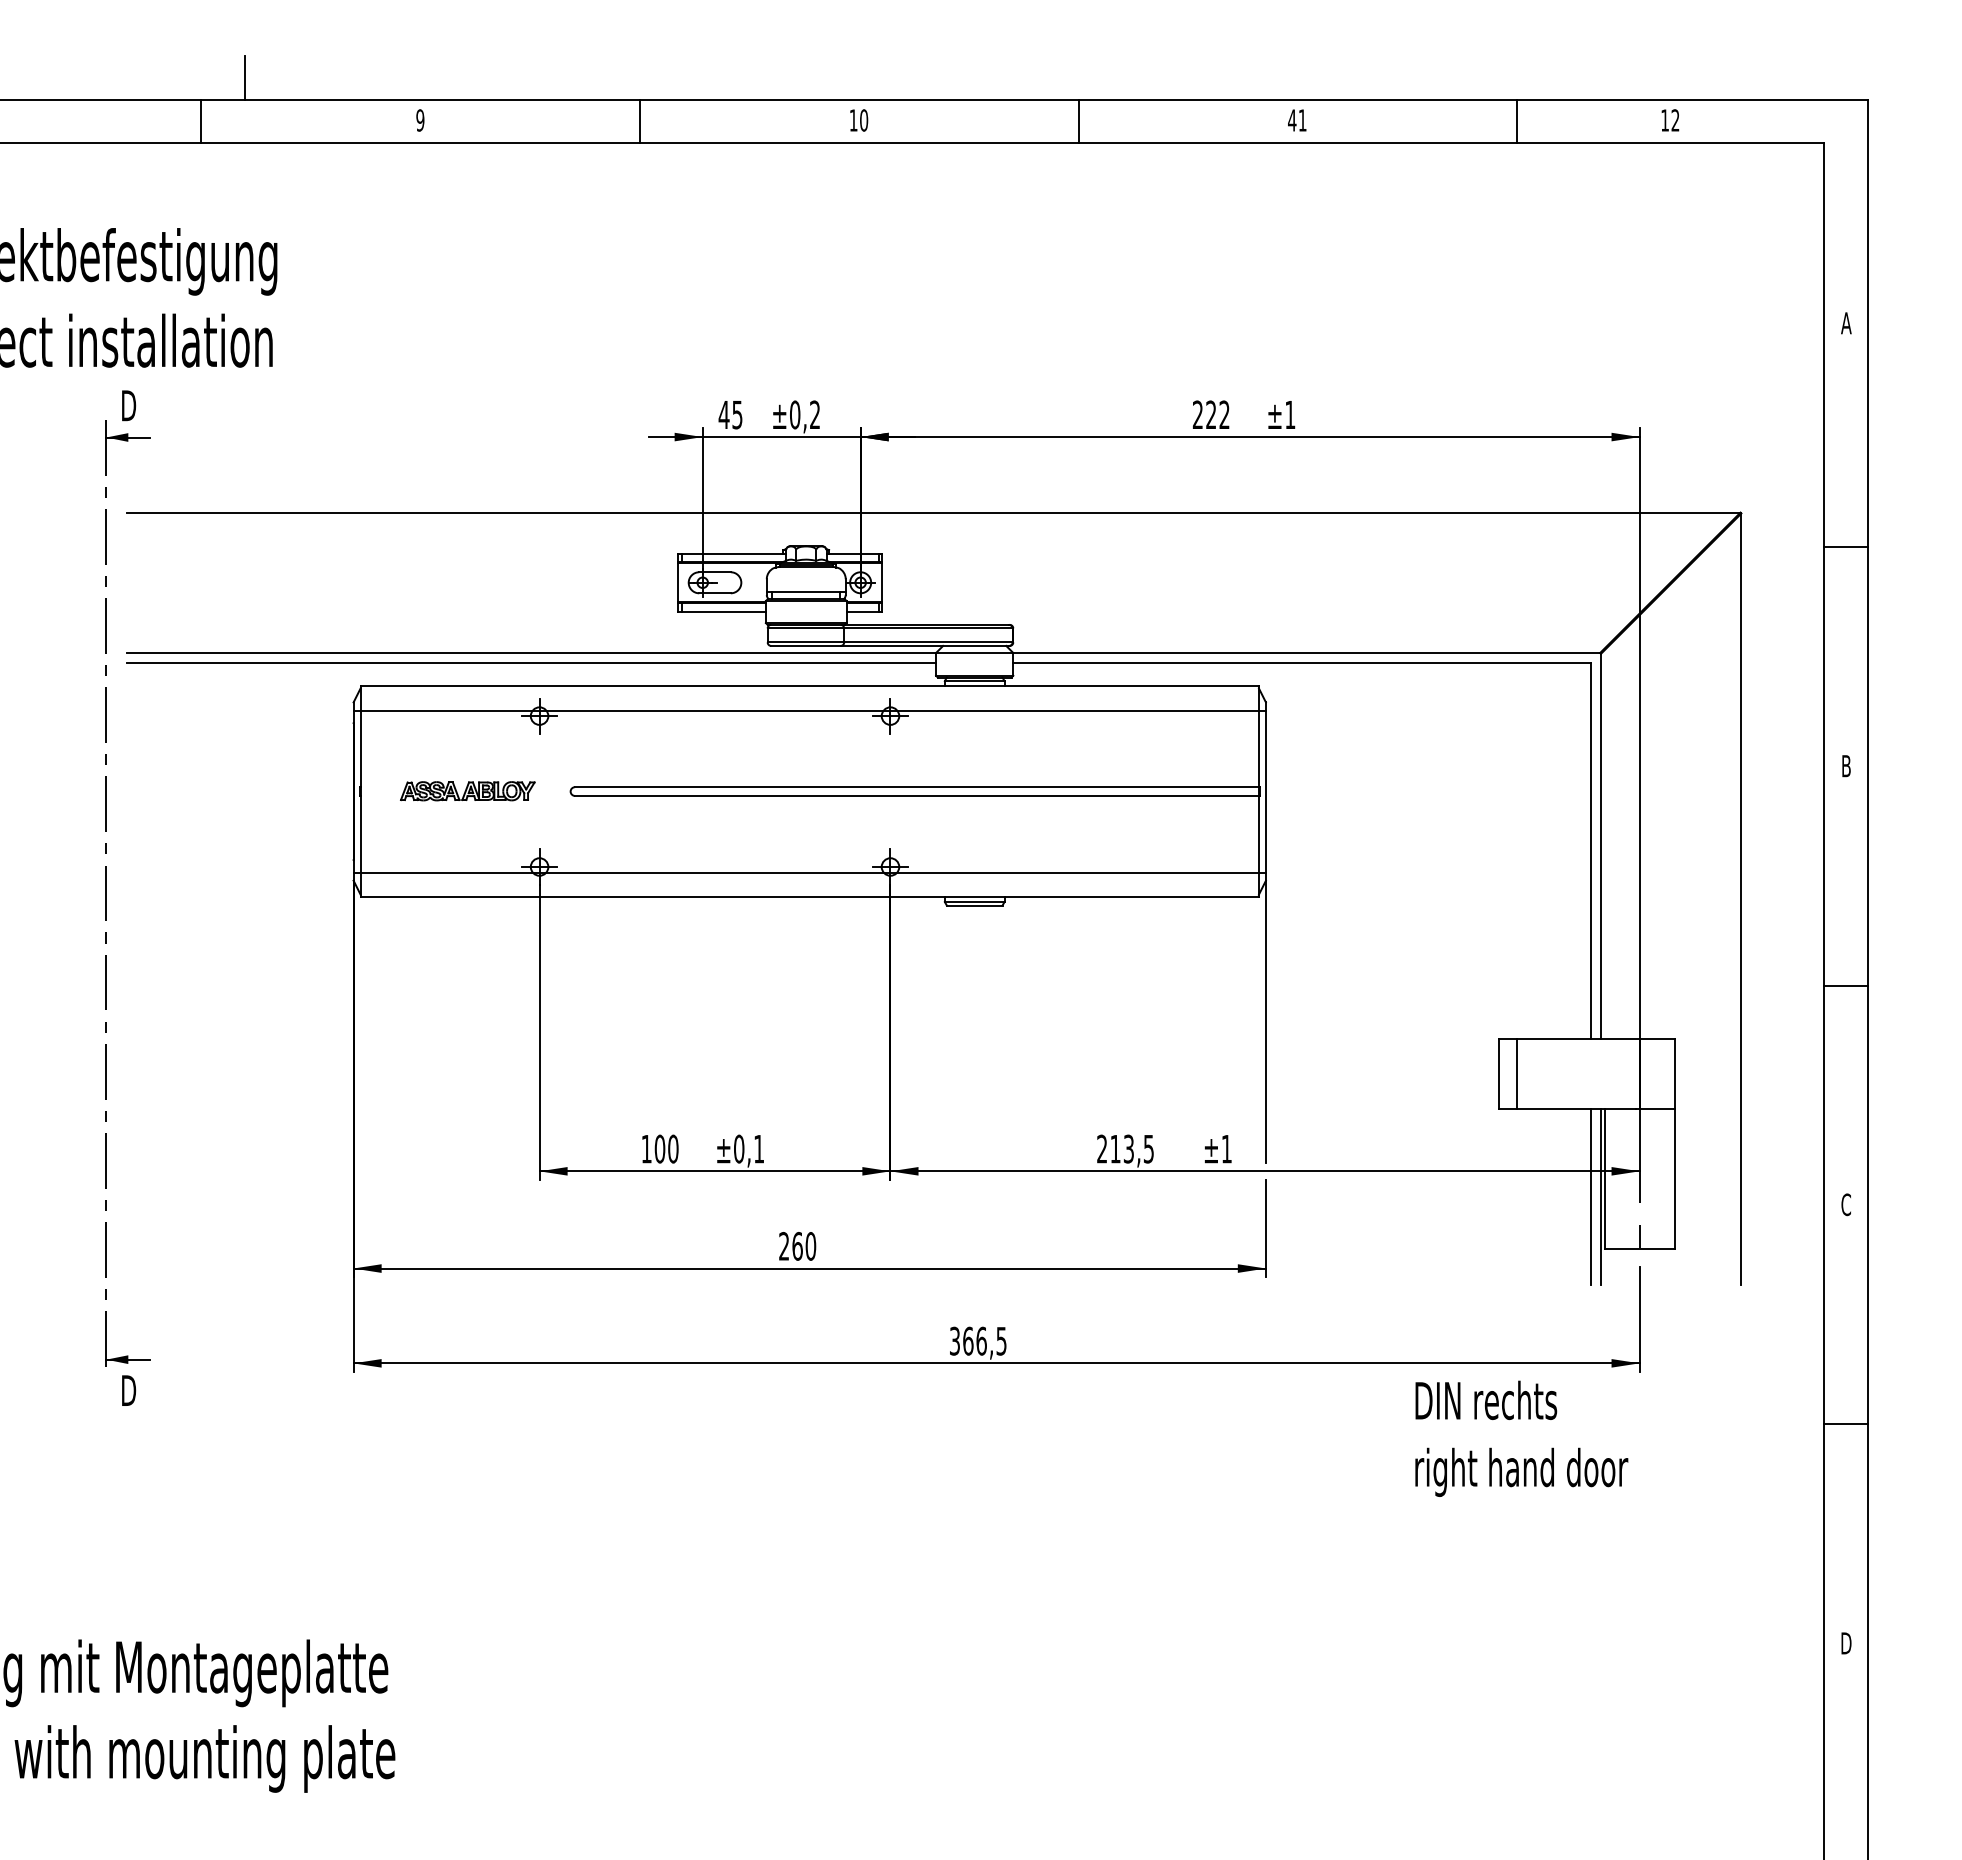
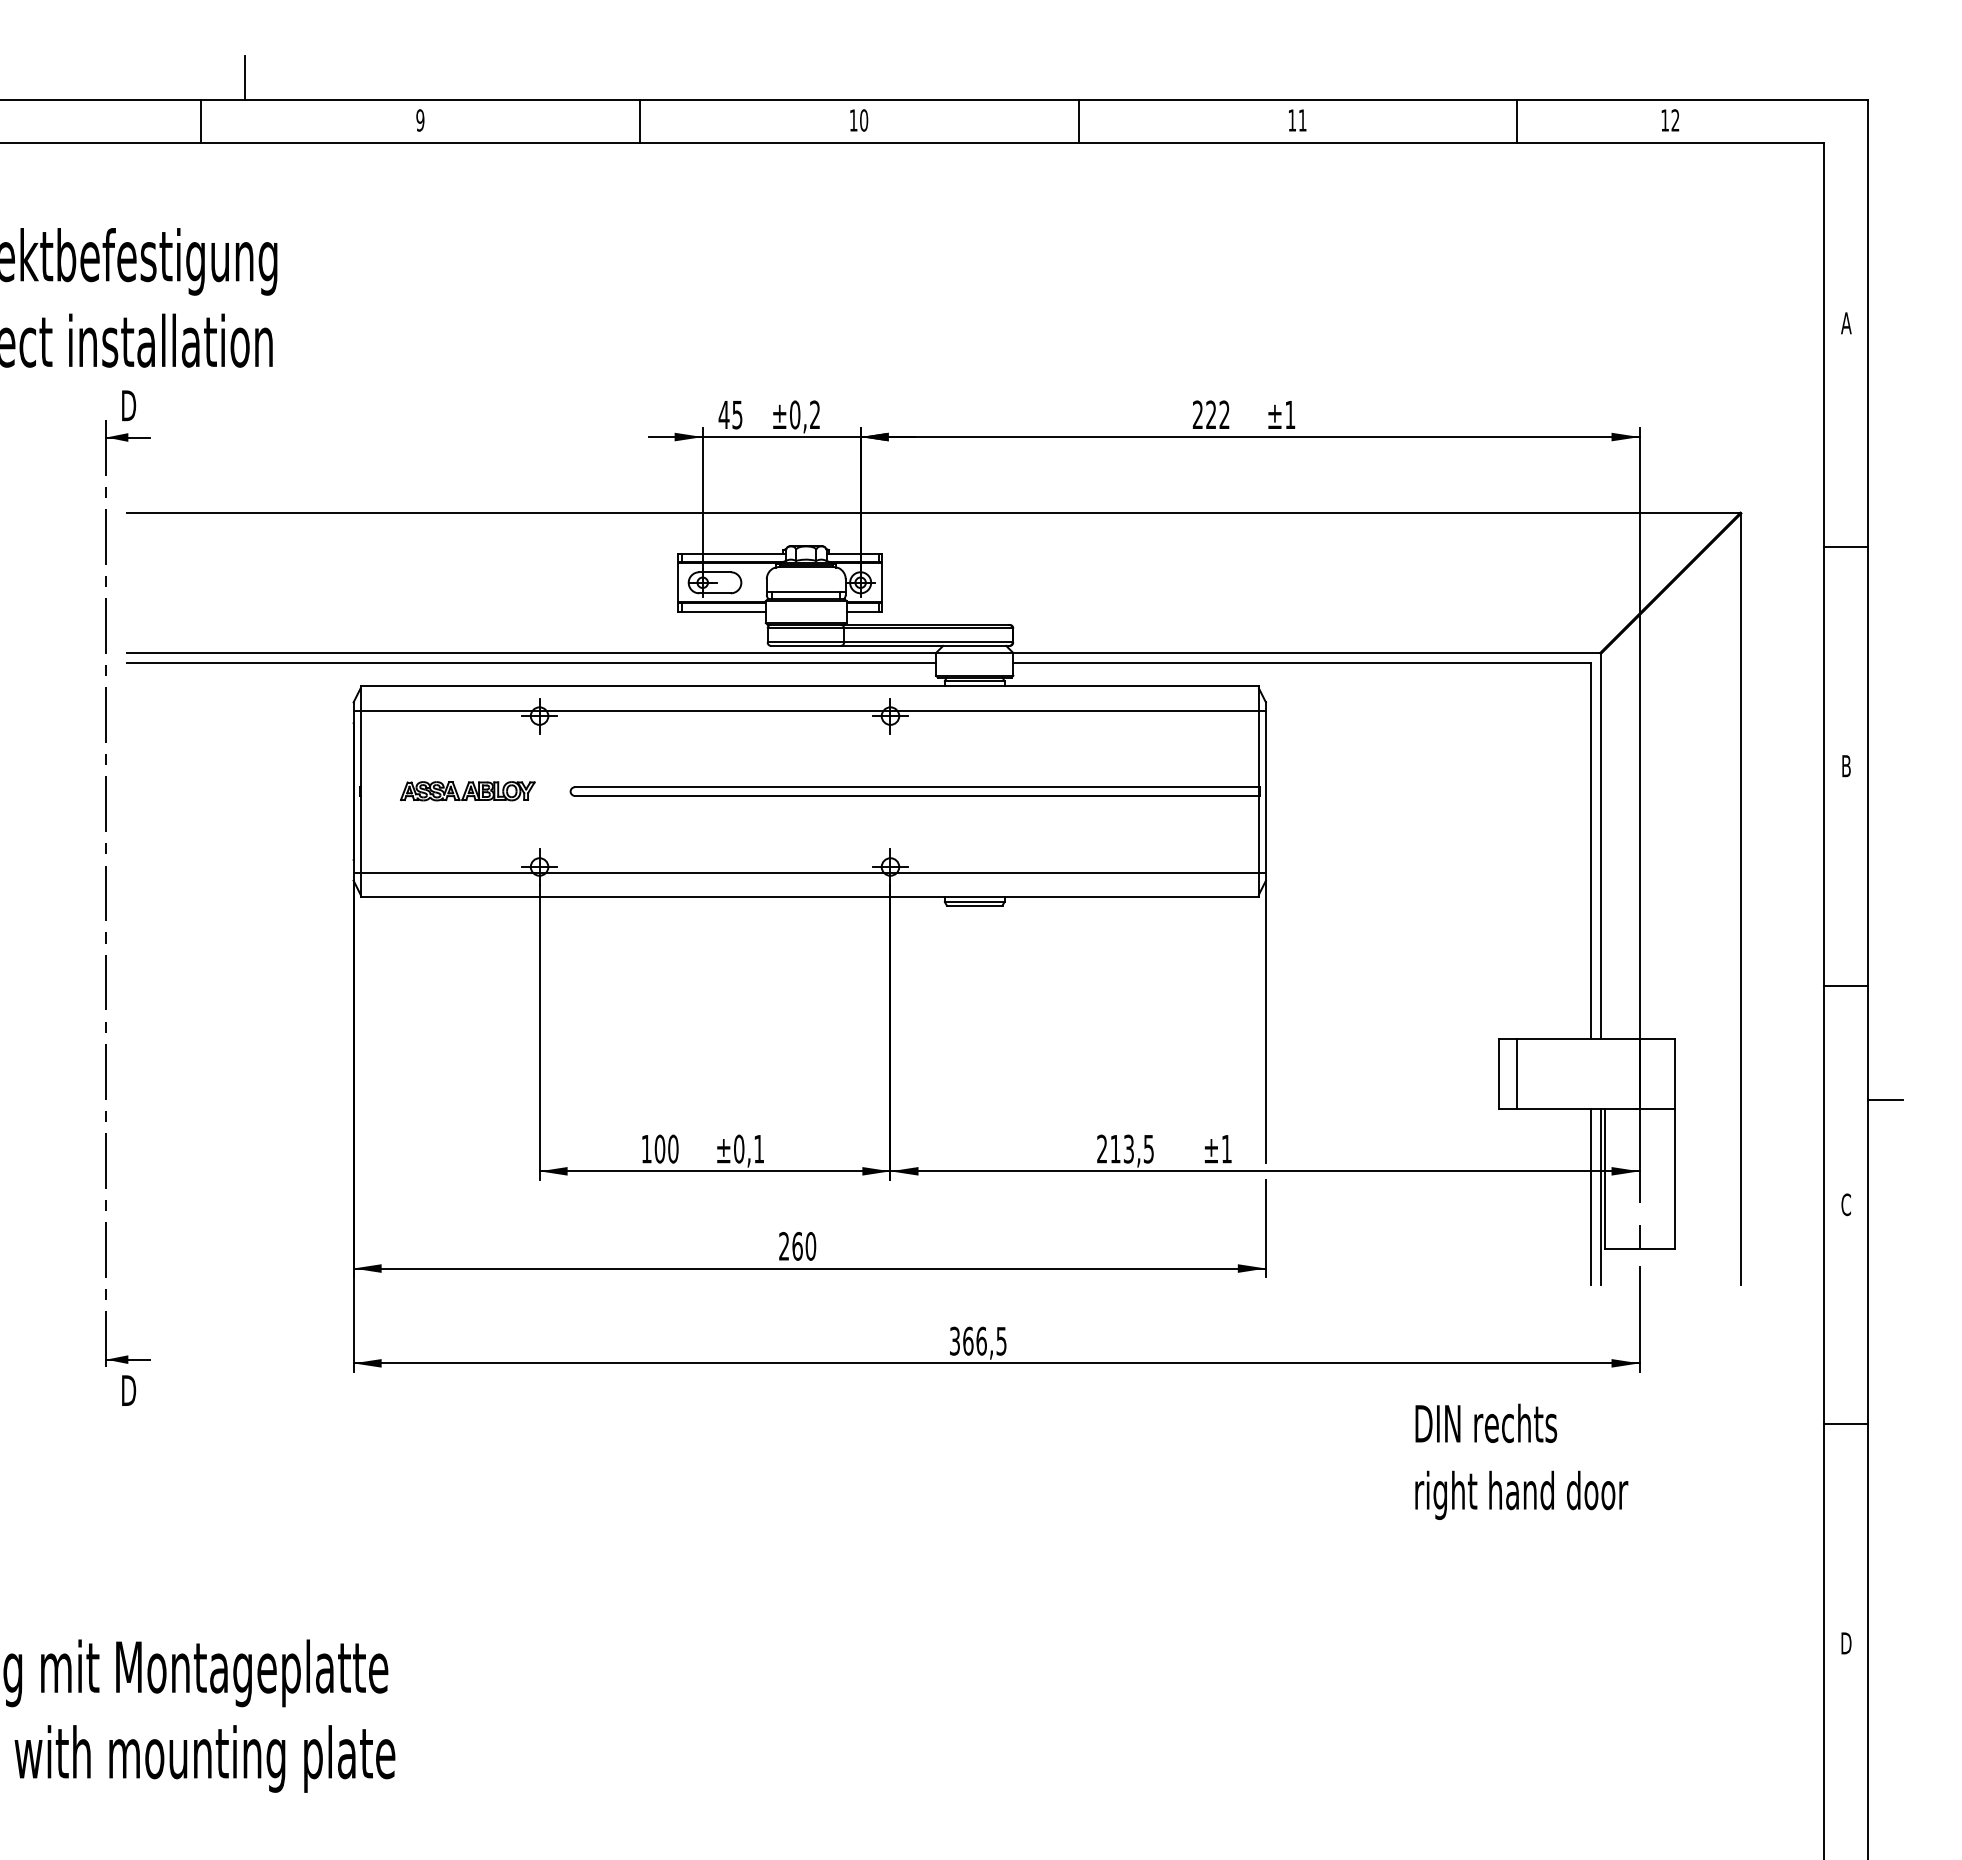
text at (1292, 120): 41 -> 11
line at (1885, 1099): none -> present
text at (1521, 1438) position: (1521, 1438) -> (1521, 1461)
